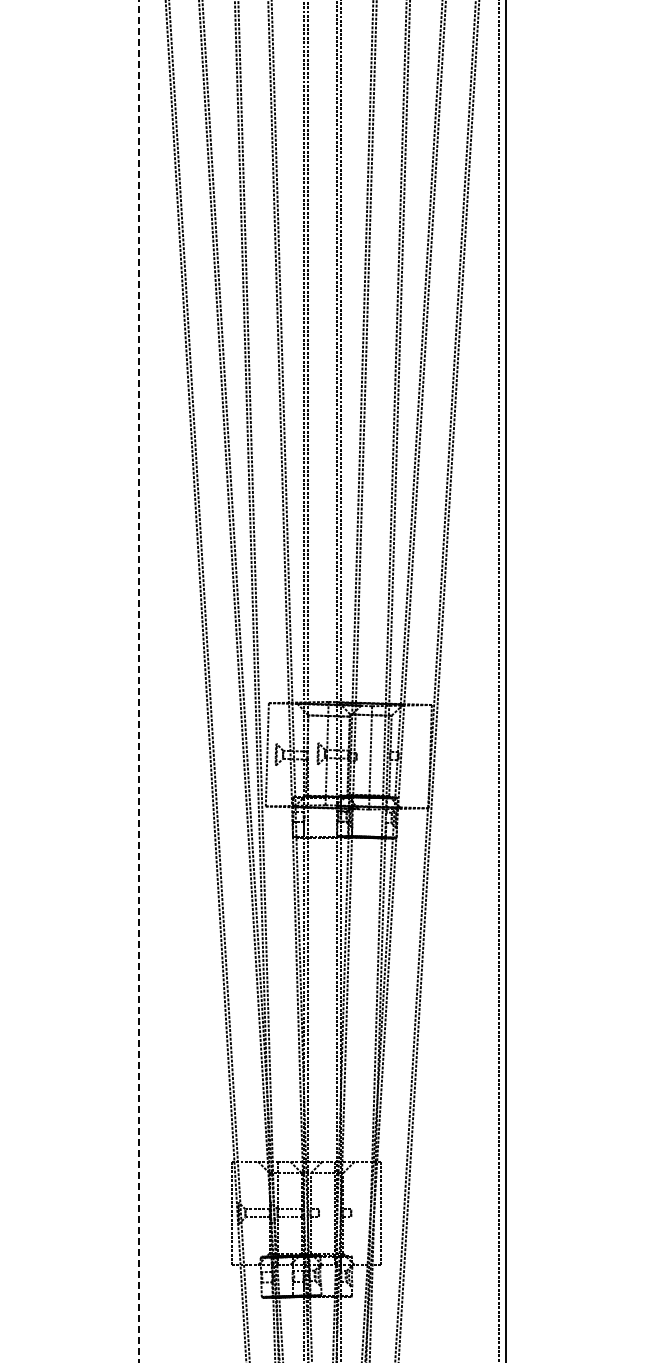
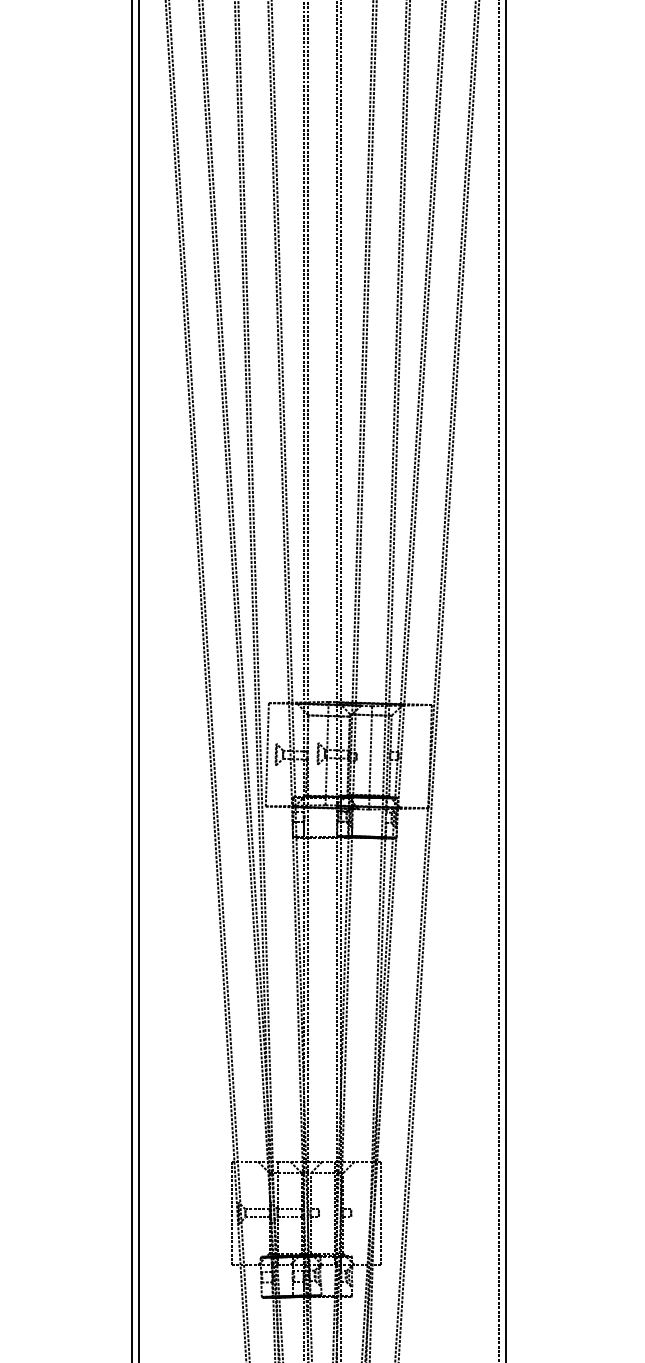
line at (131, 680): none -> present
line at (138, 681): dashed -> solid
